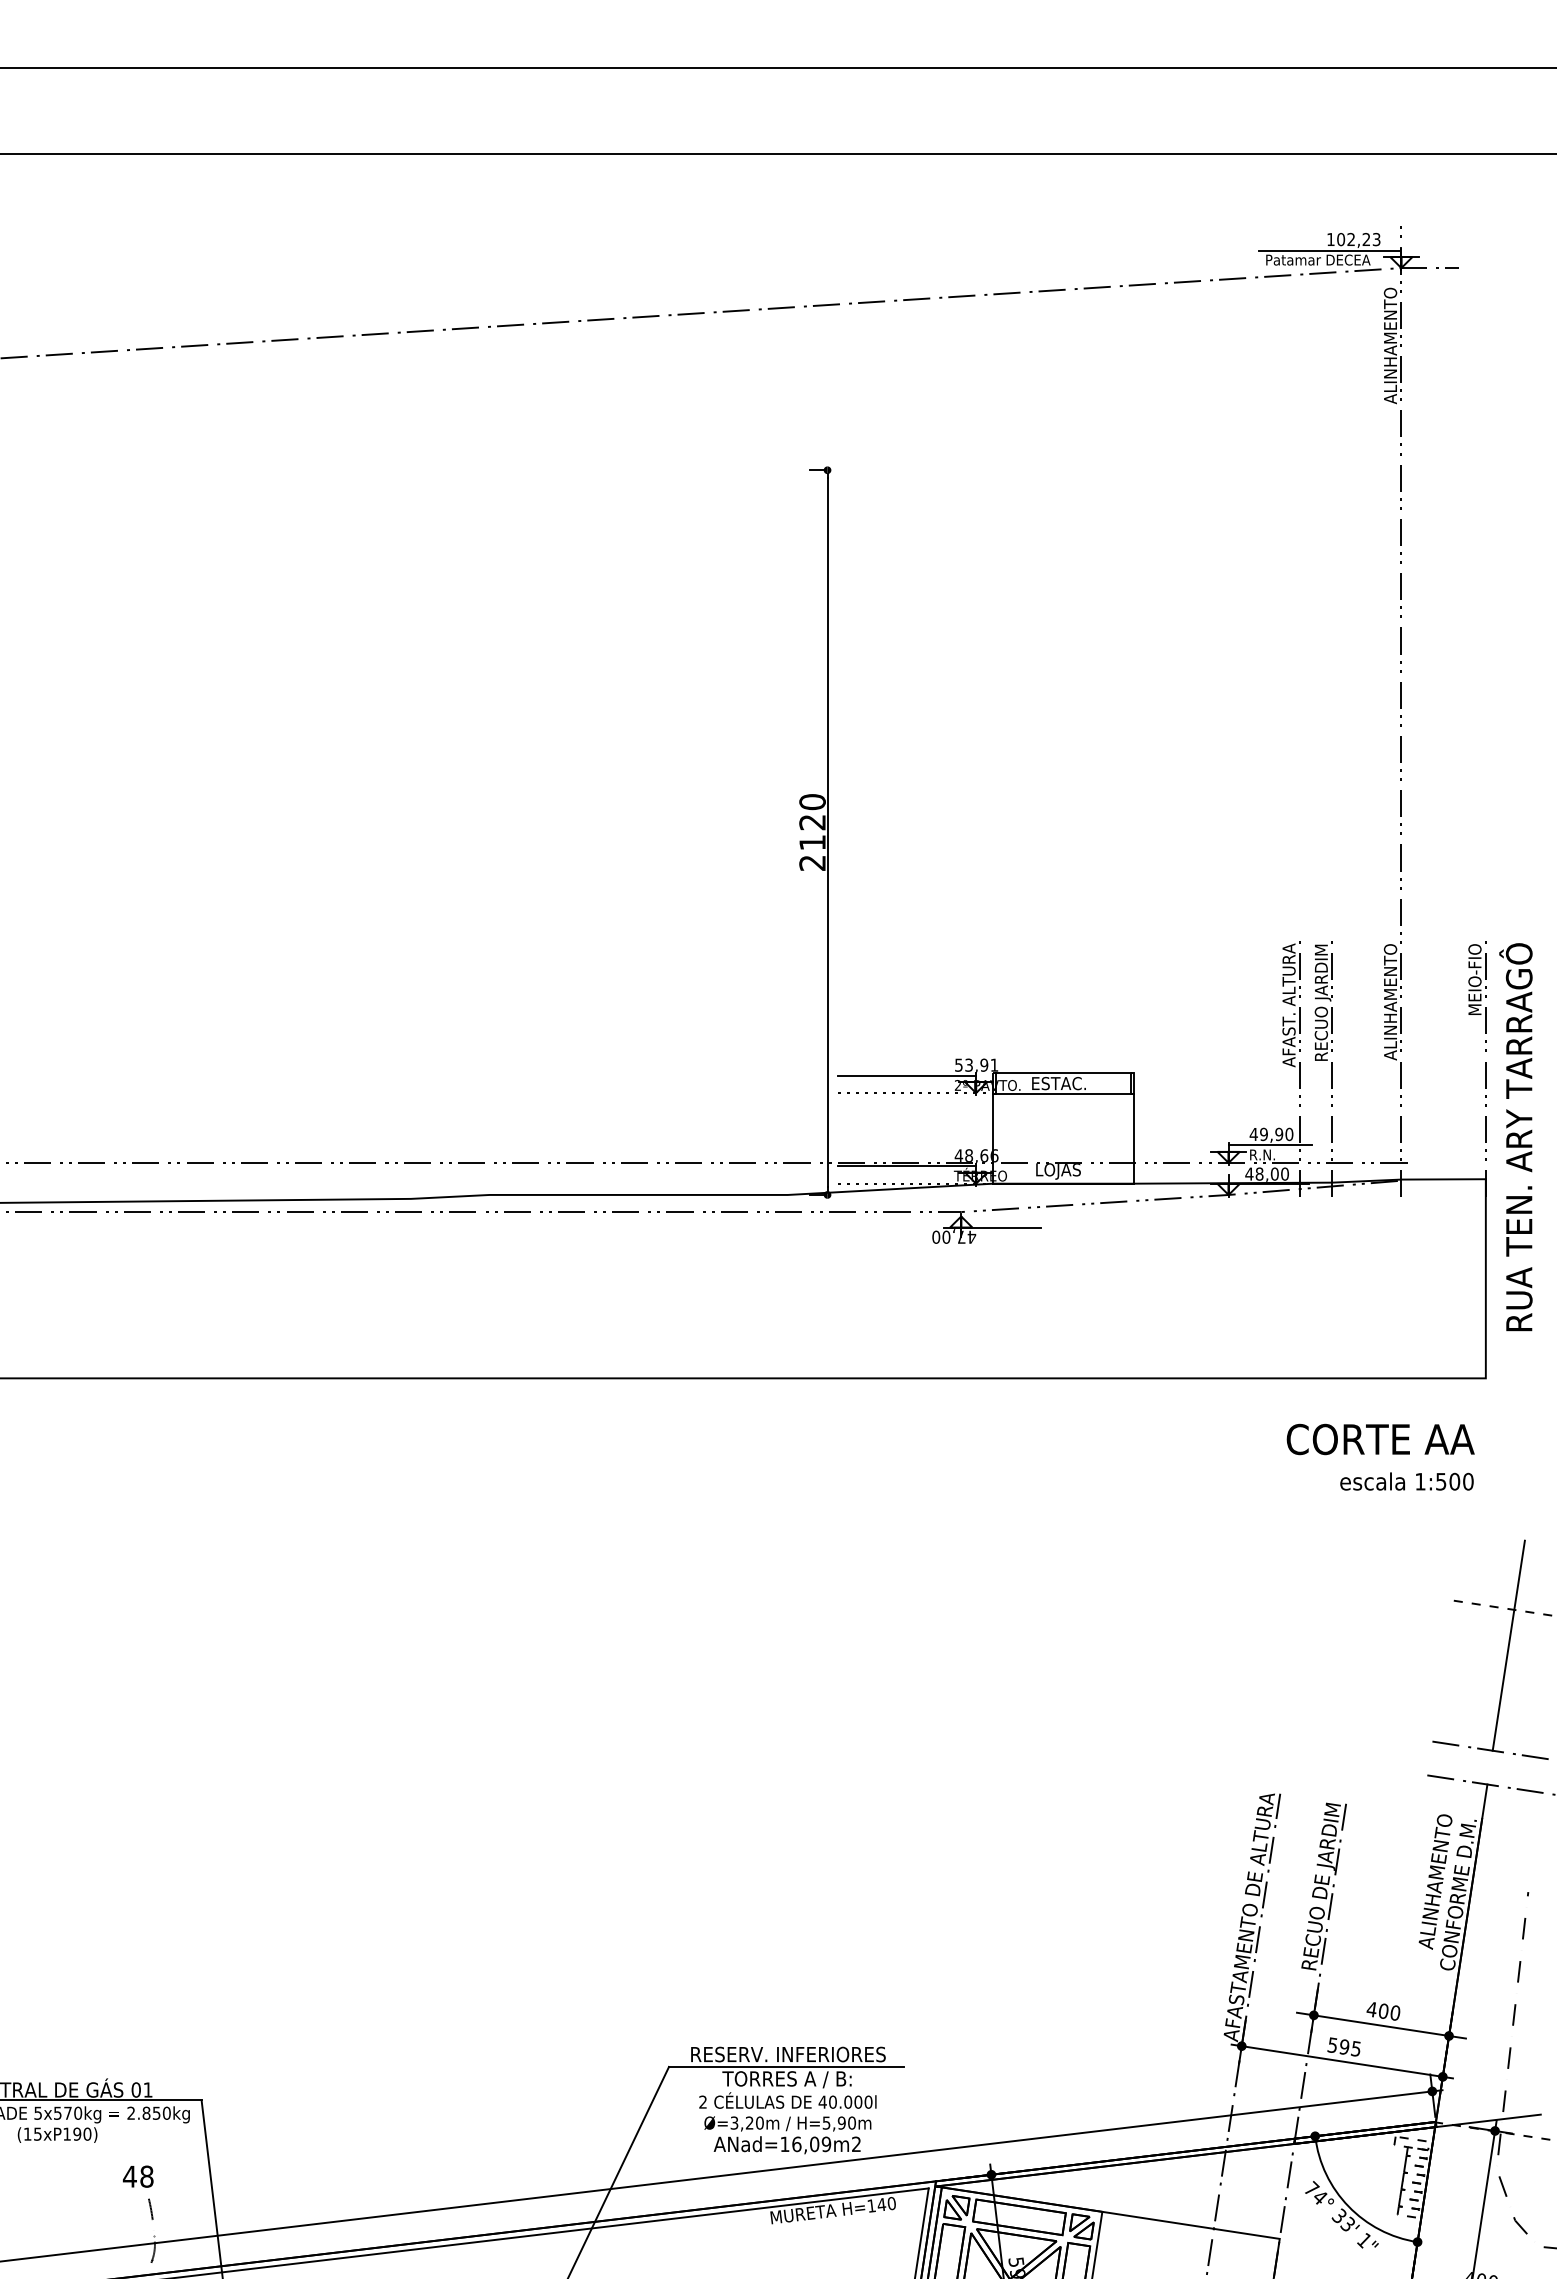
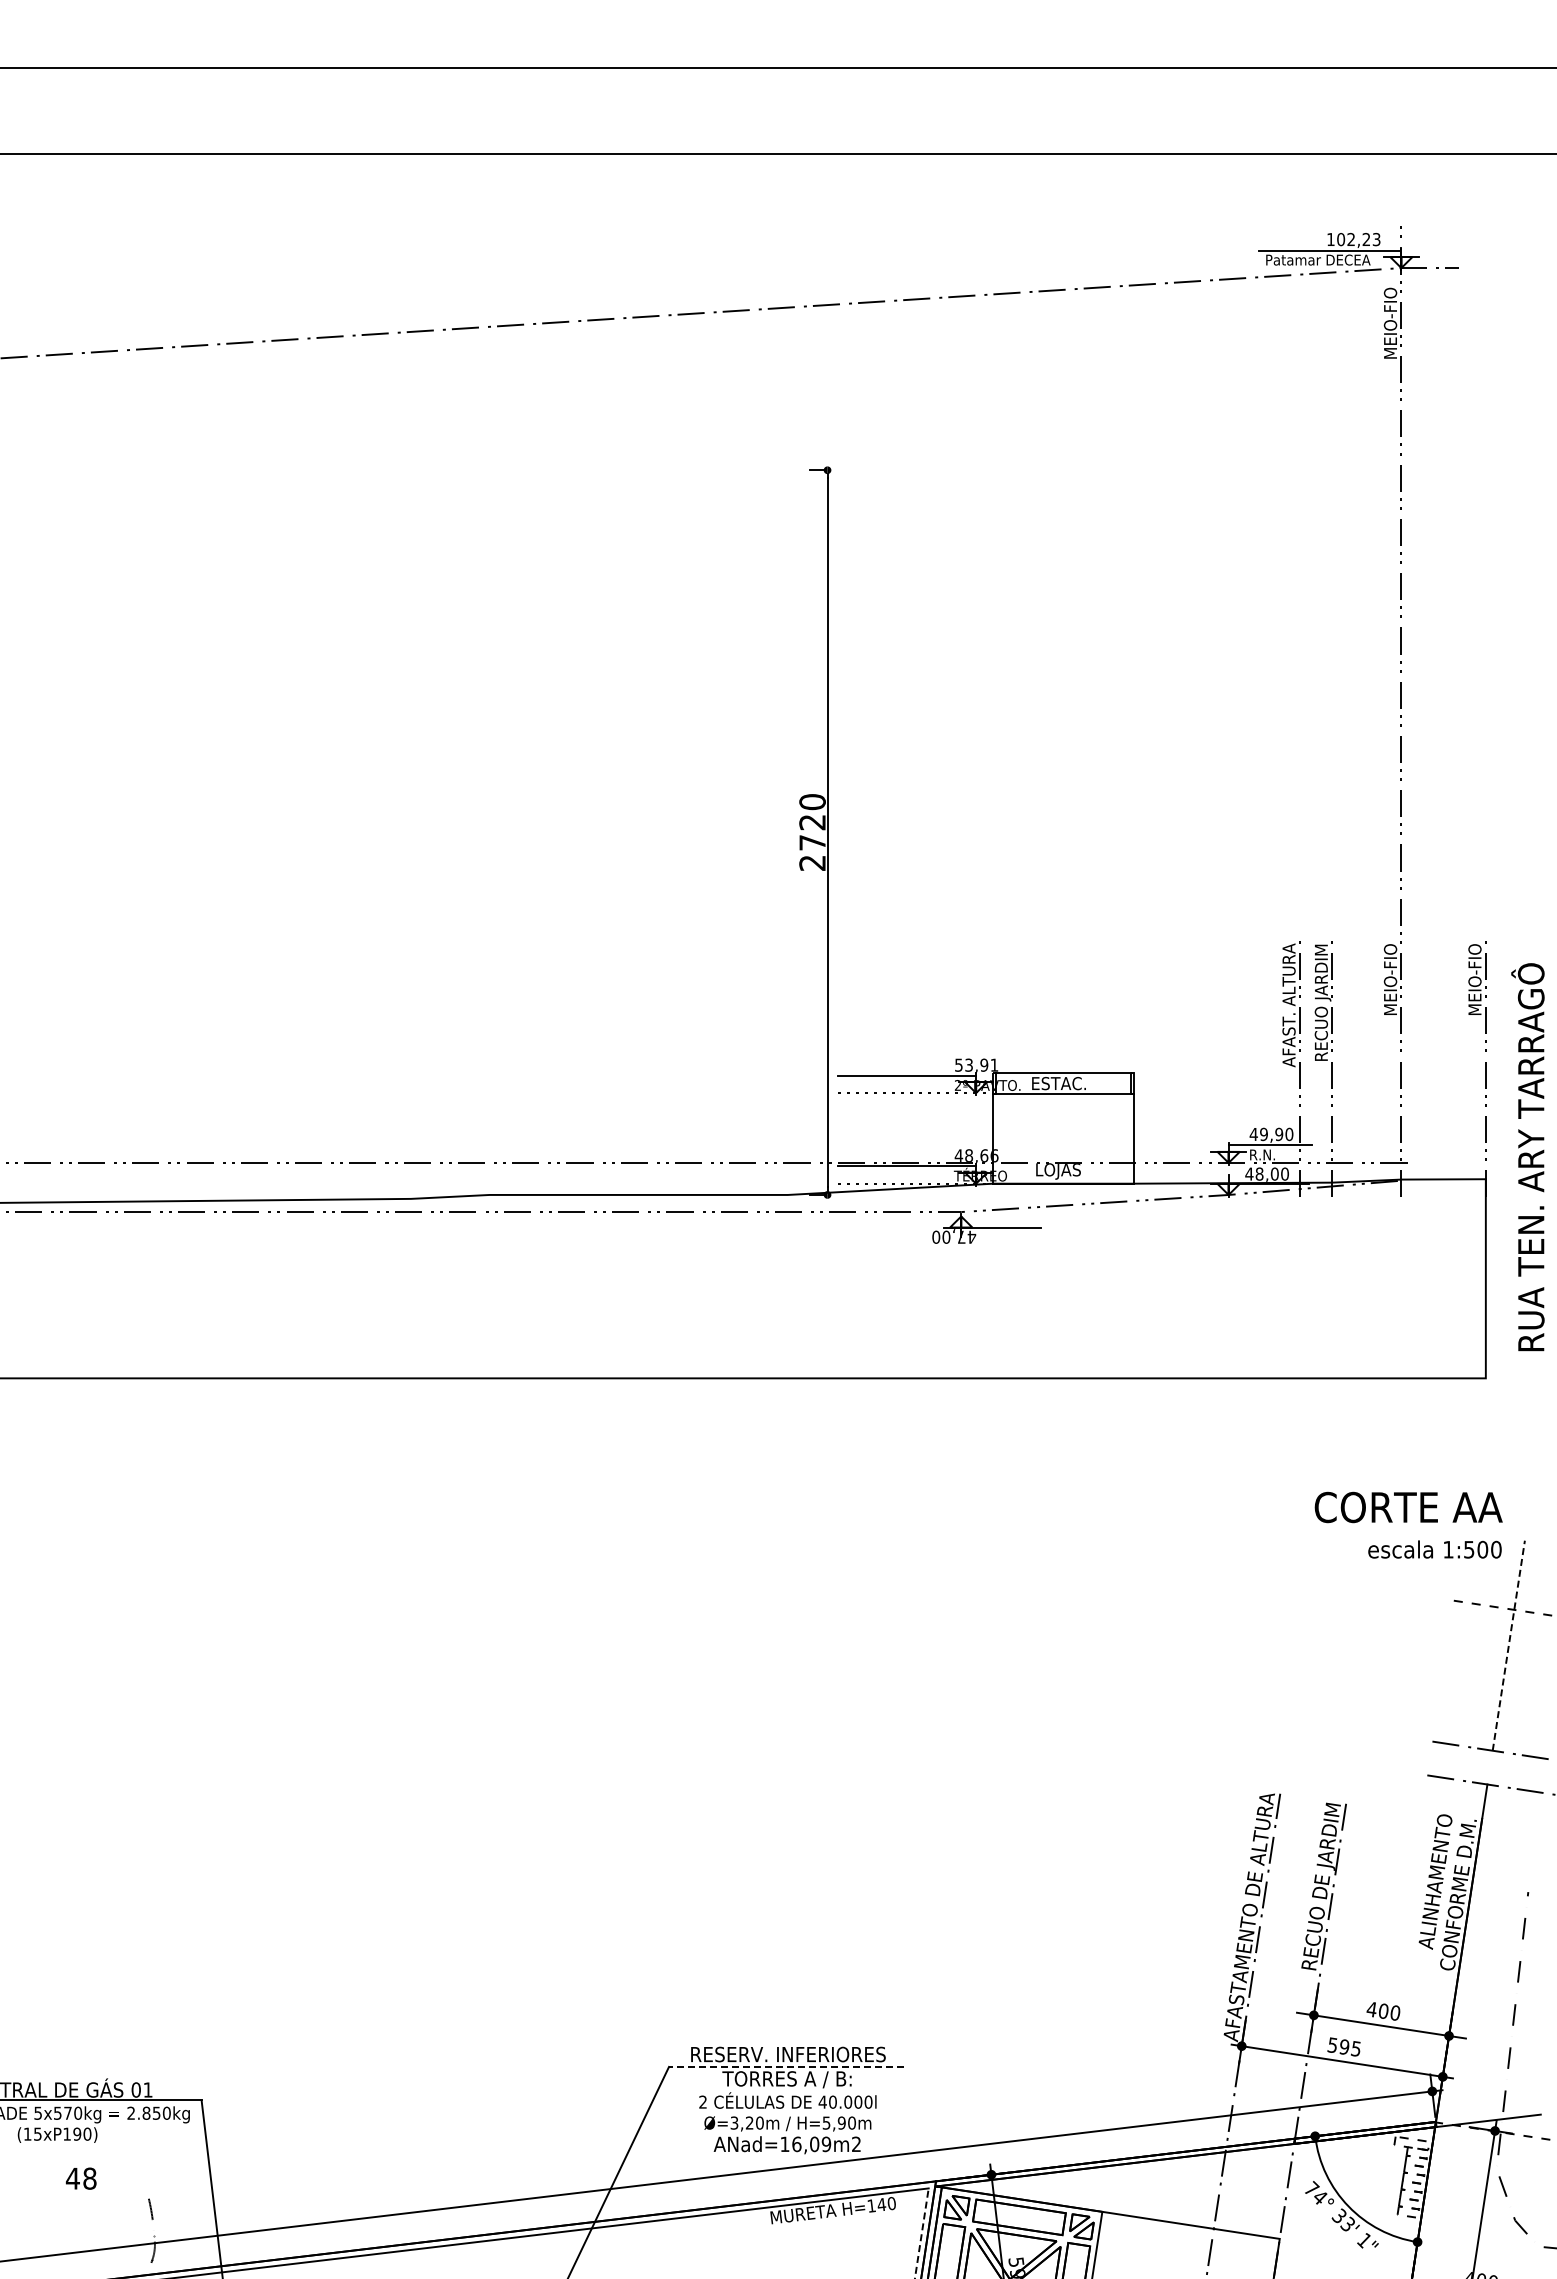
text at (1390, 351): ALINHAMENTO -> MEIO-FIO
text at (812, 842): 2120 -> 2720
text at (1390, 1007): ALINHAMENTO -> MEIO-FIO
text at (1515, 1137) position: (1515, 1137) -> (1527, 1157)
text at (1380, 1456) position: (1380, 1456) -> (1408, 1524)
line at (1508, 1645): solid -> dashed
line at (786, 2066): solid -> dashed
text at (138, 2176) position: (138, 2176) -> (81, 2178)
line at (921, 2232): solid -> dashed
